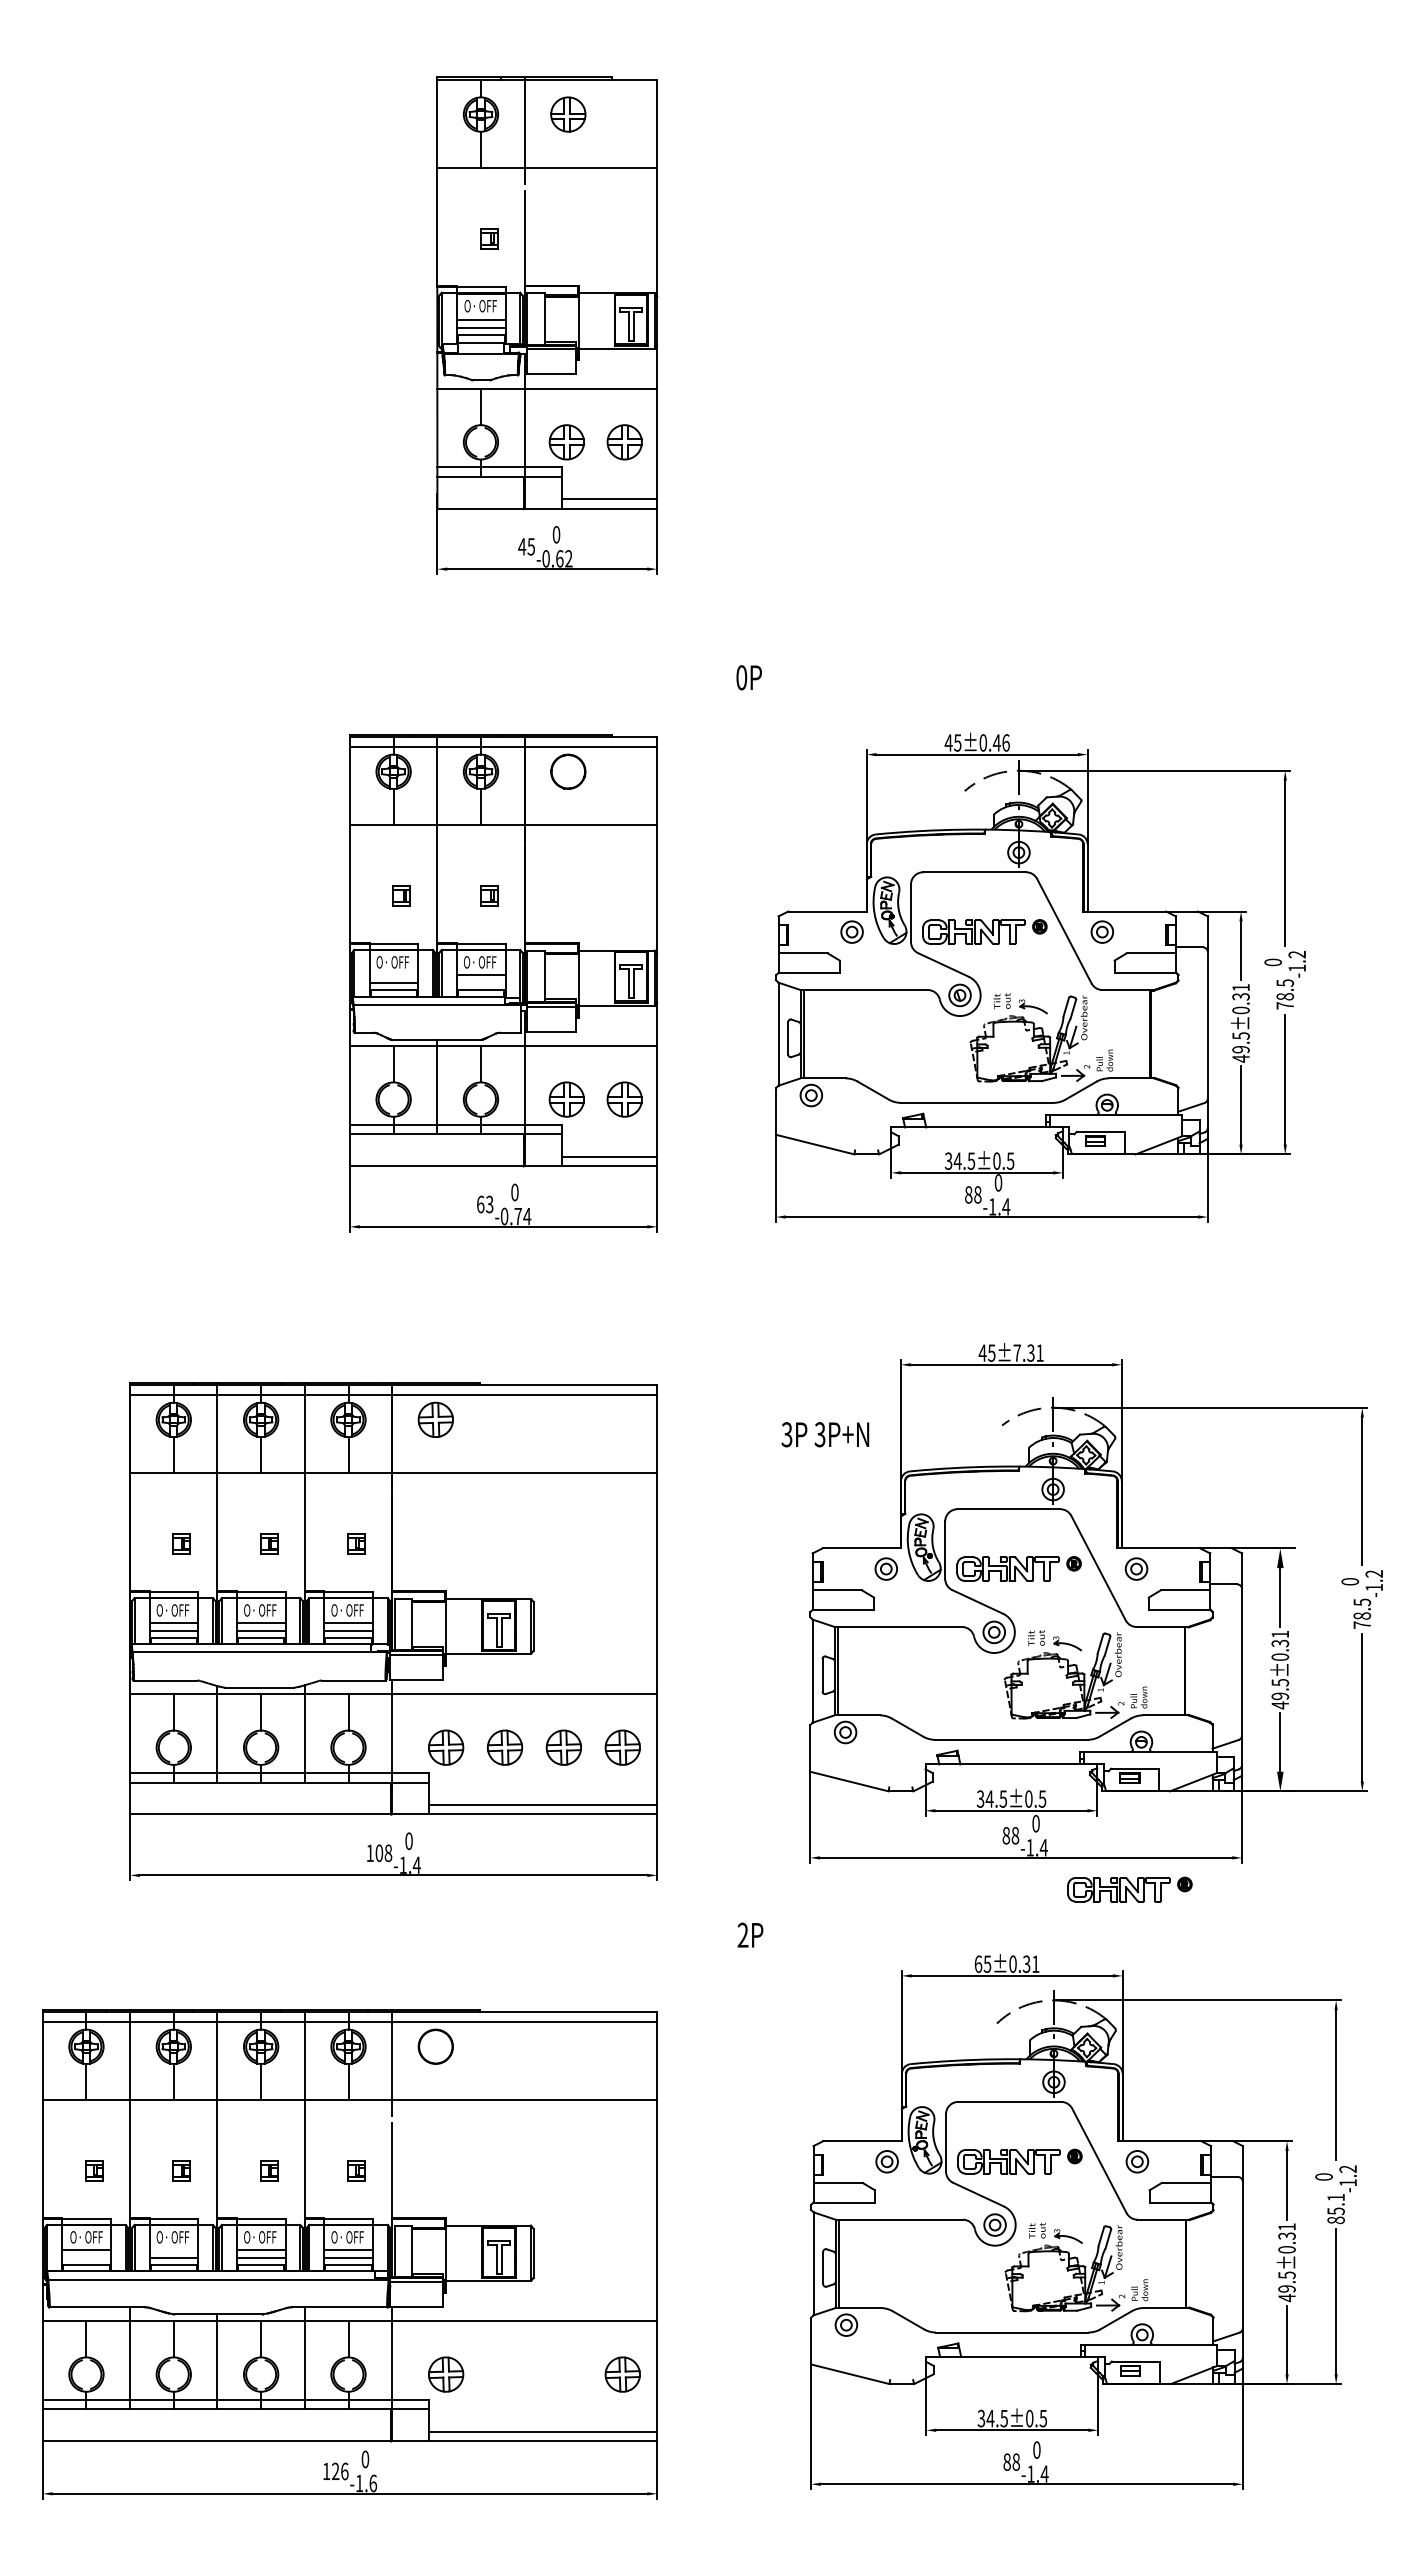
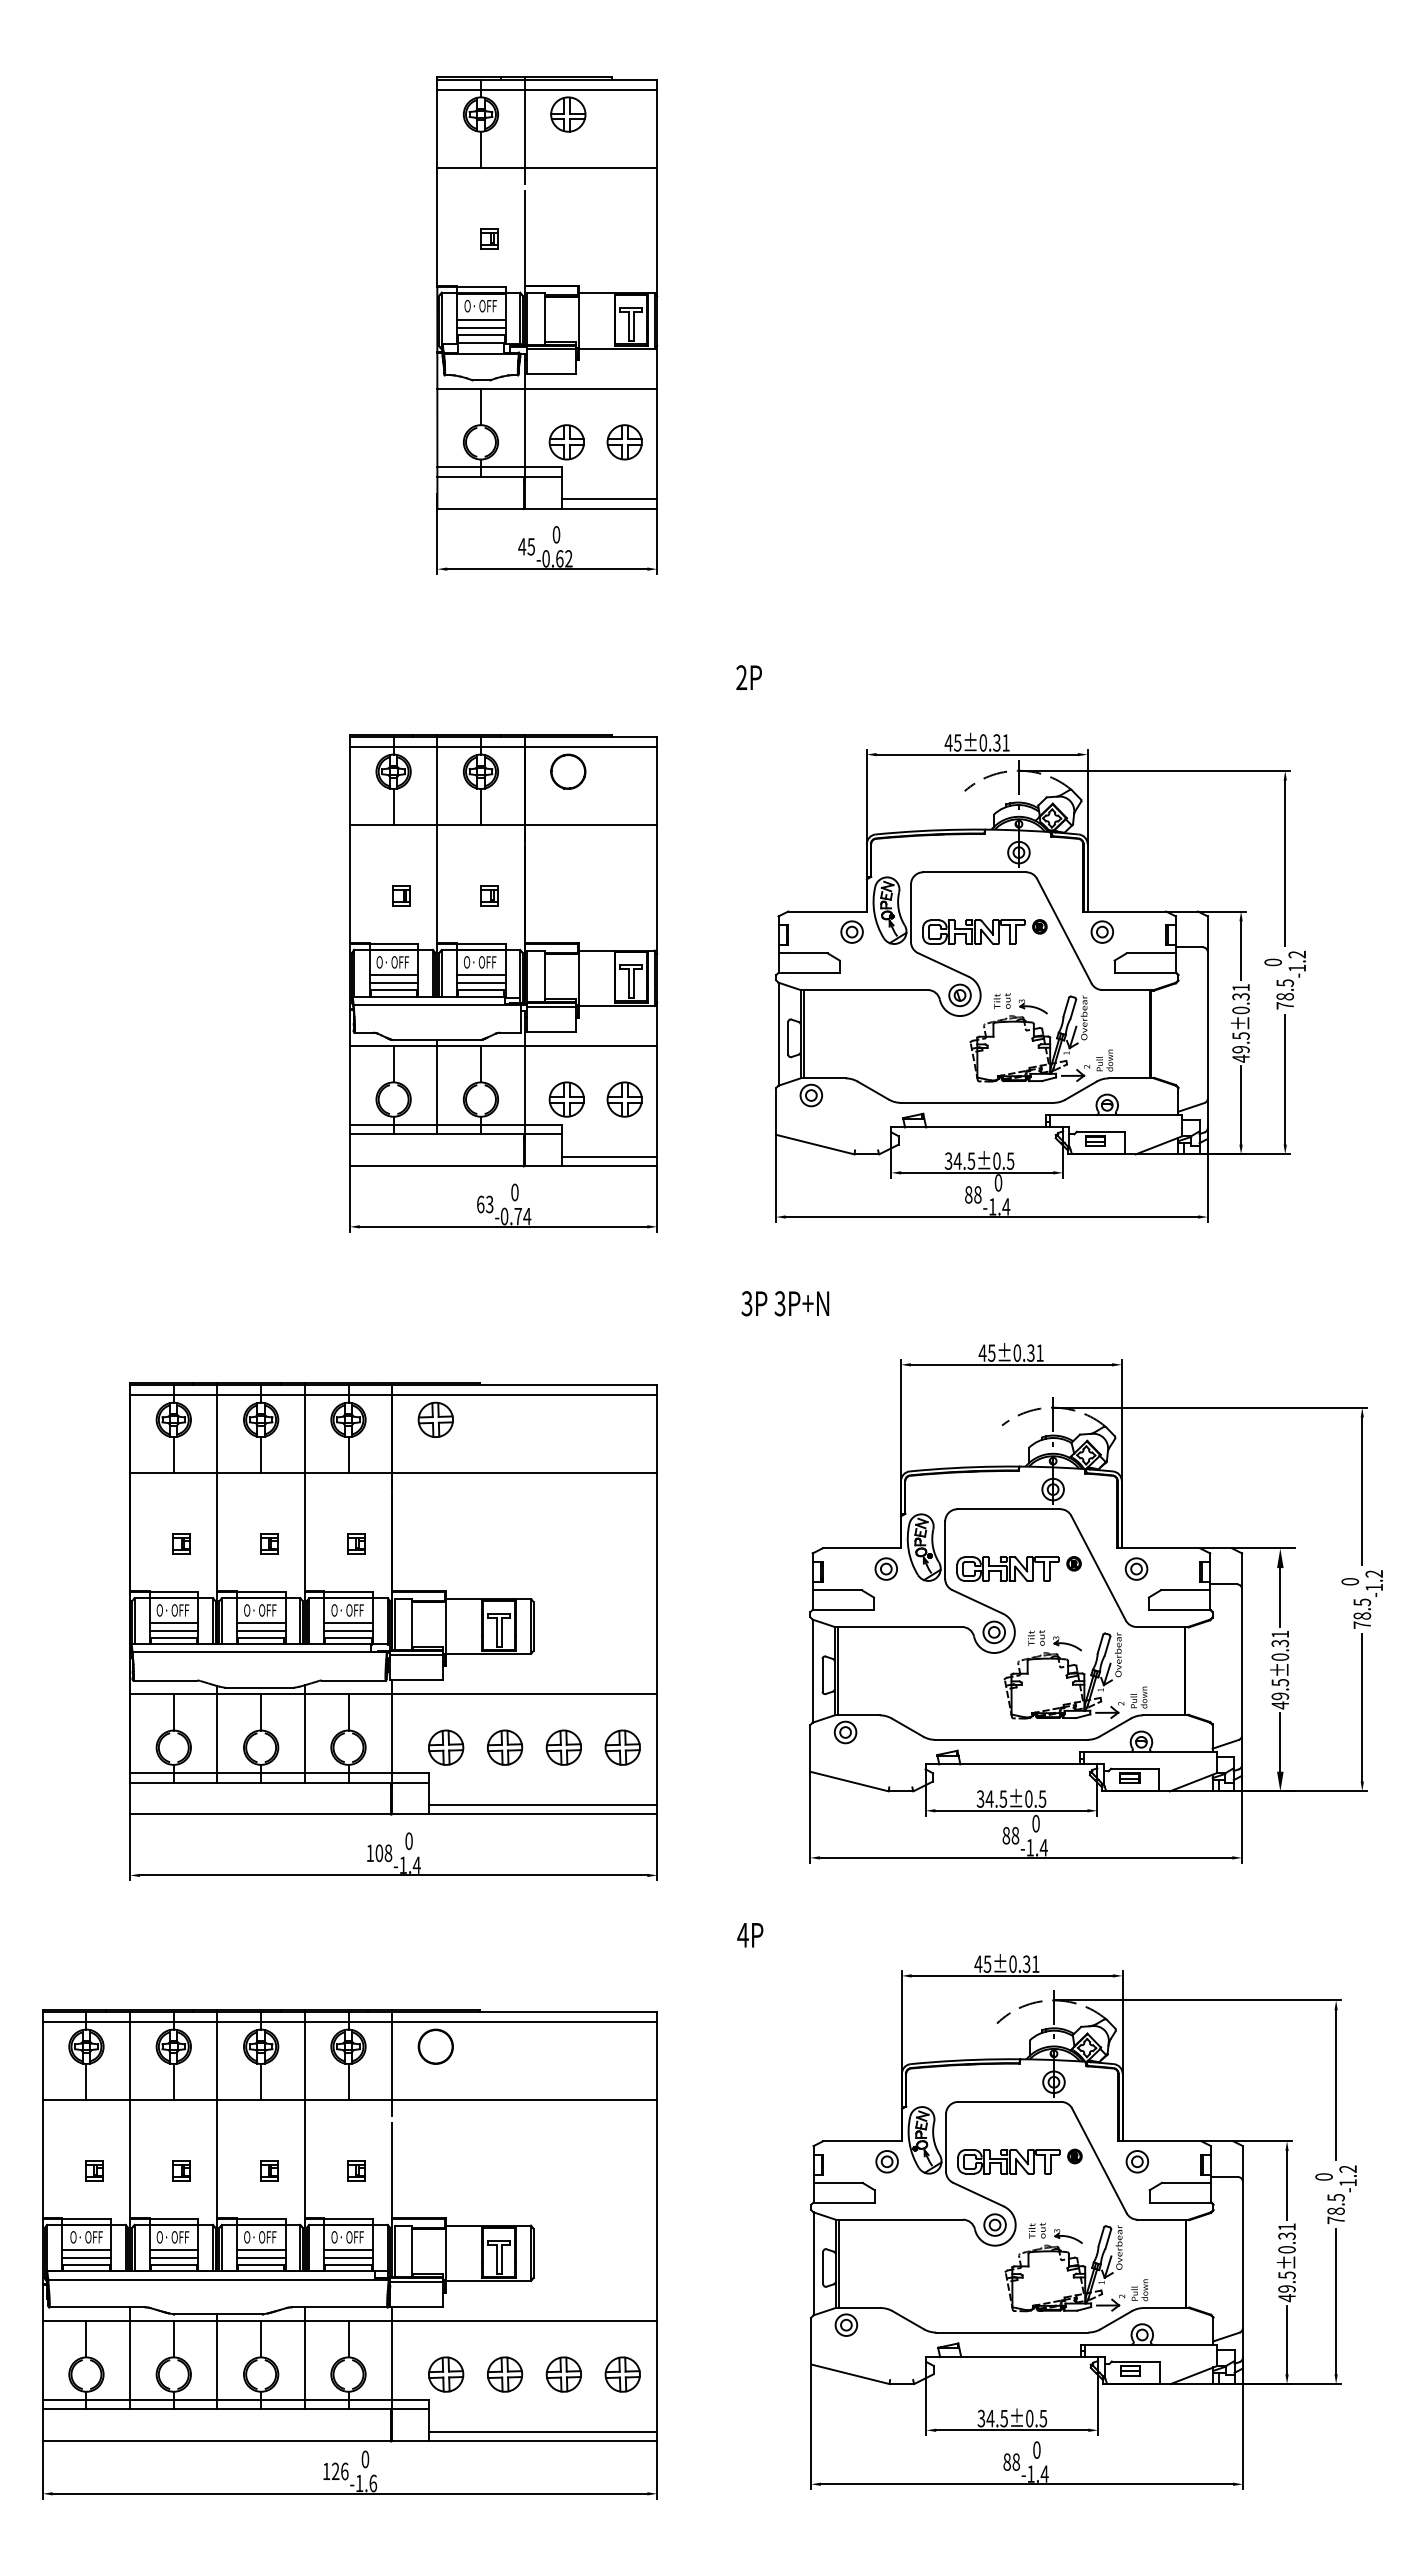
line at (547, 89): none -> present
text at (741, 677): 0P -> 2P
text at (1000, 742): 45±0.46 -> 45±0.31
line at (393, 974): none -> present
line at (480, 983): none -> present
text at (1017, 1352): 45±7.31 -> 45±0.31
text at (825, 1434) position: (825, 1434) -> (785, 1303)
part at (1129, 1889): present -> none
text at (742, 1934): 2P -> 4P
text at (978, 1963): 65±0.31 -> 45±0.31
text at (1335, 2209): 85.1 -> 78.5
line at (173, 2249): none -> present
line at (86, 2258): none -> present
part at (505, 2374): none -> present
part at (563, 2374): none -> present
